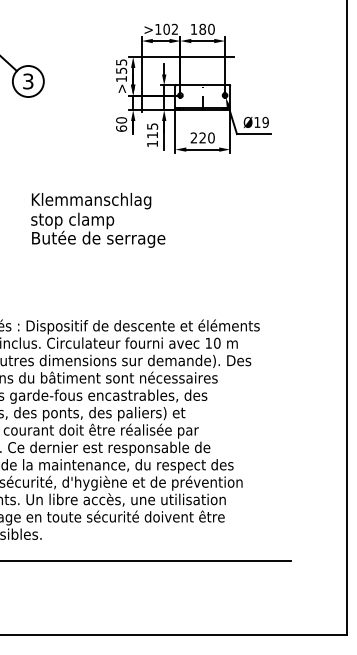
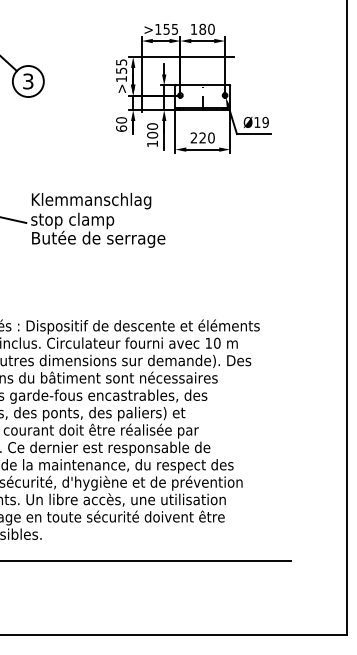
text at (170, 28): >102 -> >155
text at (152, 130): 115 -> 100
line at (14, 219): none -> present
